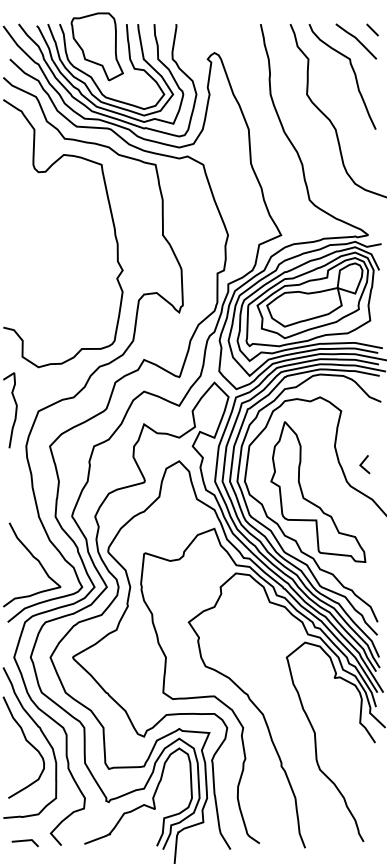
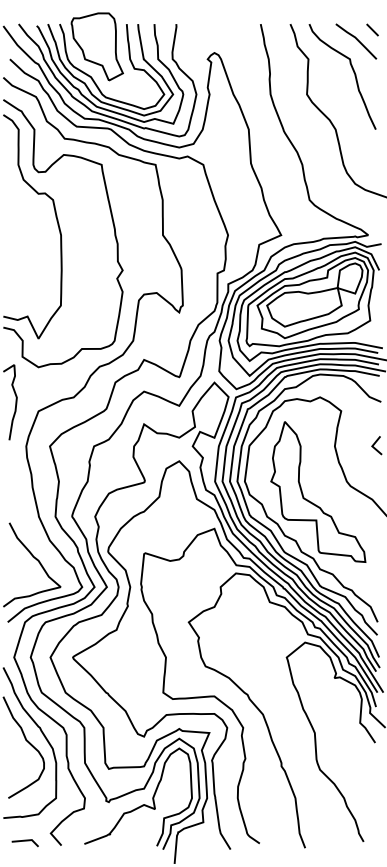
curve at (56, 221): none -> present
curve at (15, 410) position: (15, 410) -> (15, 402)
line at (363, 463) position: (363, 463) -> (375, 444)
